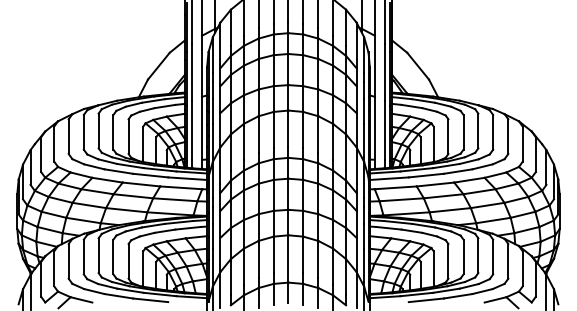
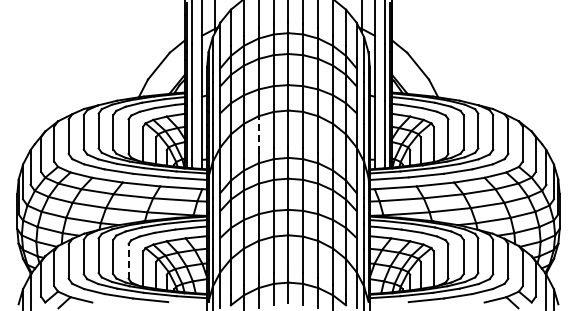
line at (258, 134): solid -> dashed
line at (128, 260): solid -> dashed
